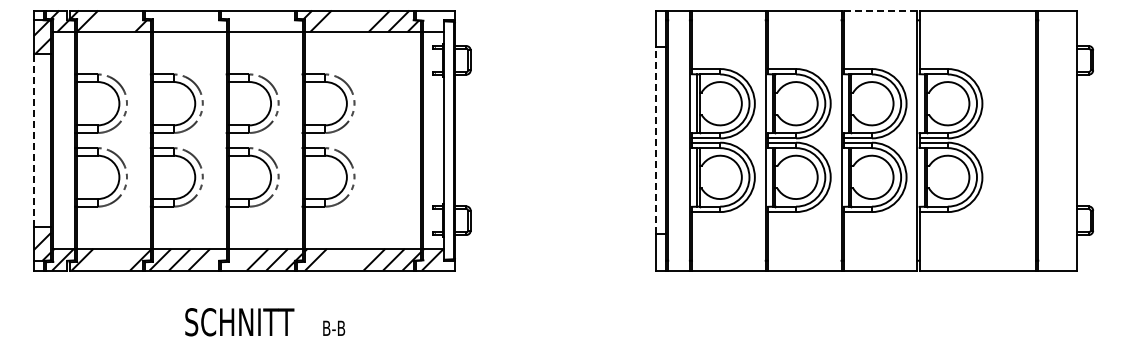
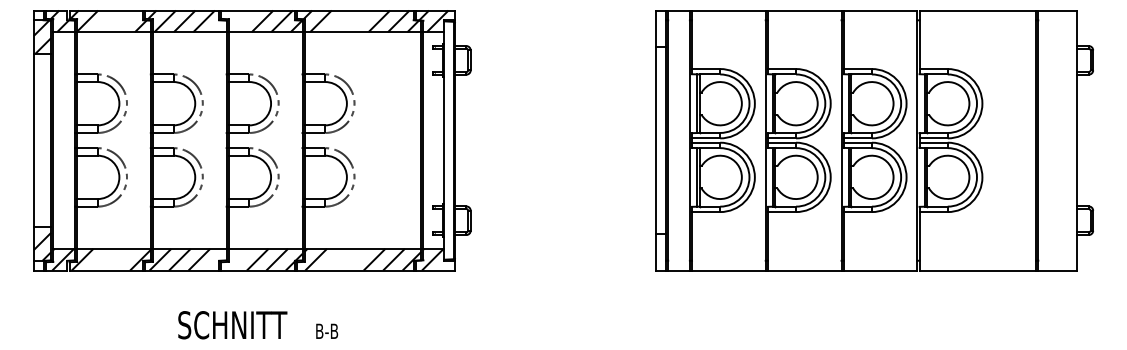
line at (880, 10): dashed -> solid
hatch at (181, 21): none -> present
hatch at (276, 21): none -> present
hatch at (433, 21): none -> present
line at (33, 140): dashed -> solid
line at (656, 140): dashed -> solid
text at (265, 322) position: (265, 322) -> (258, 325)
